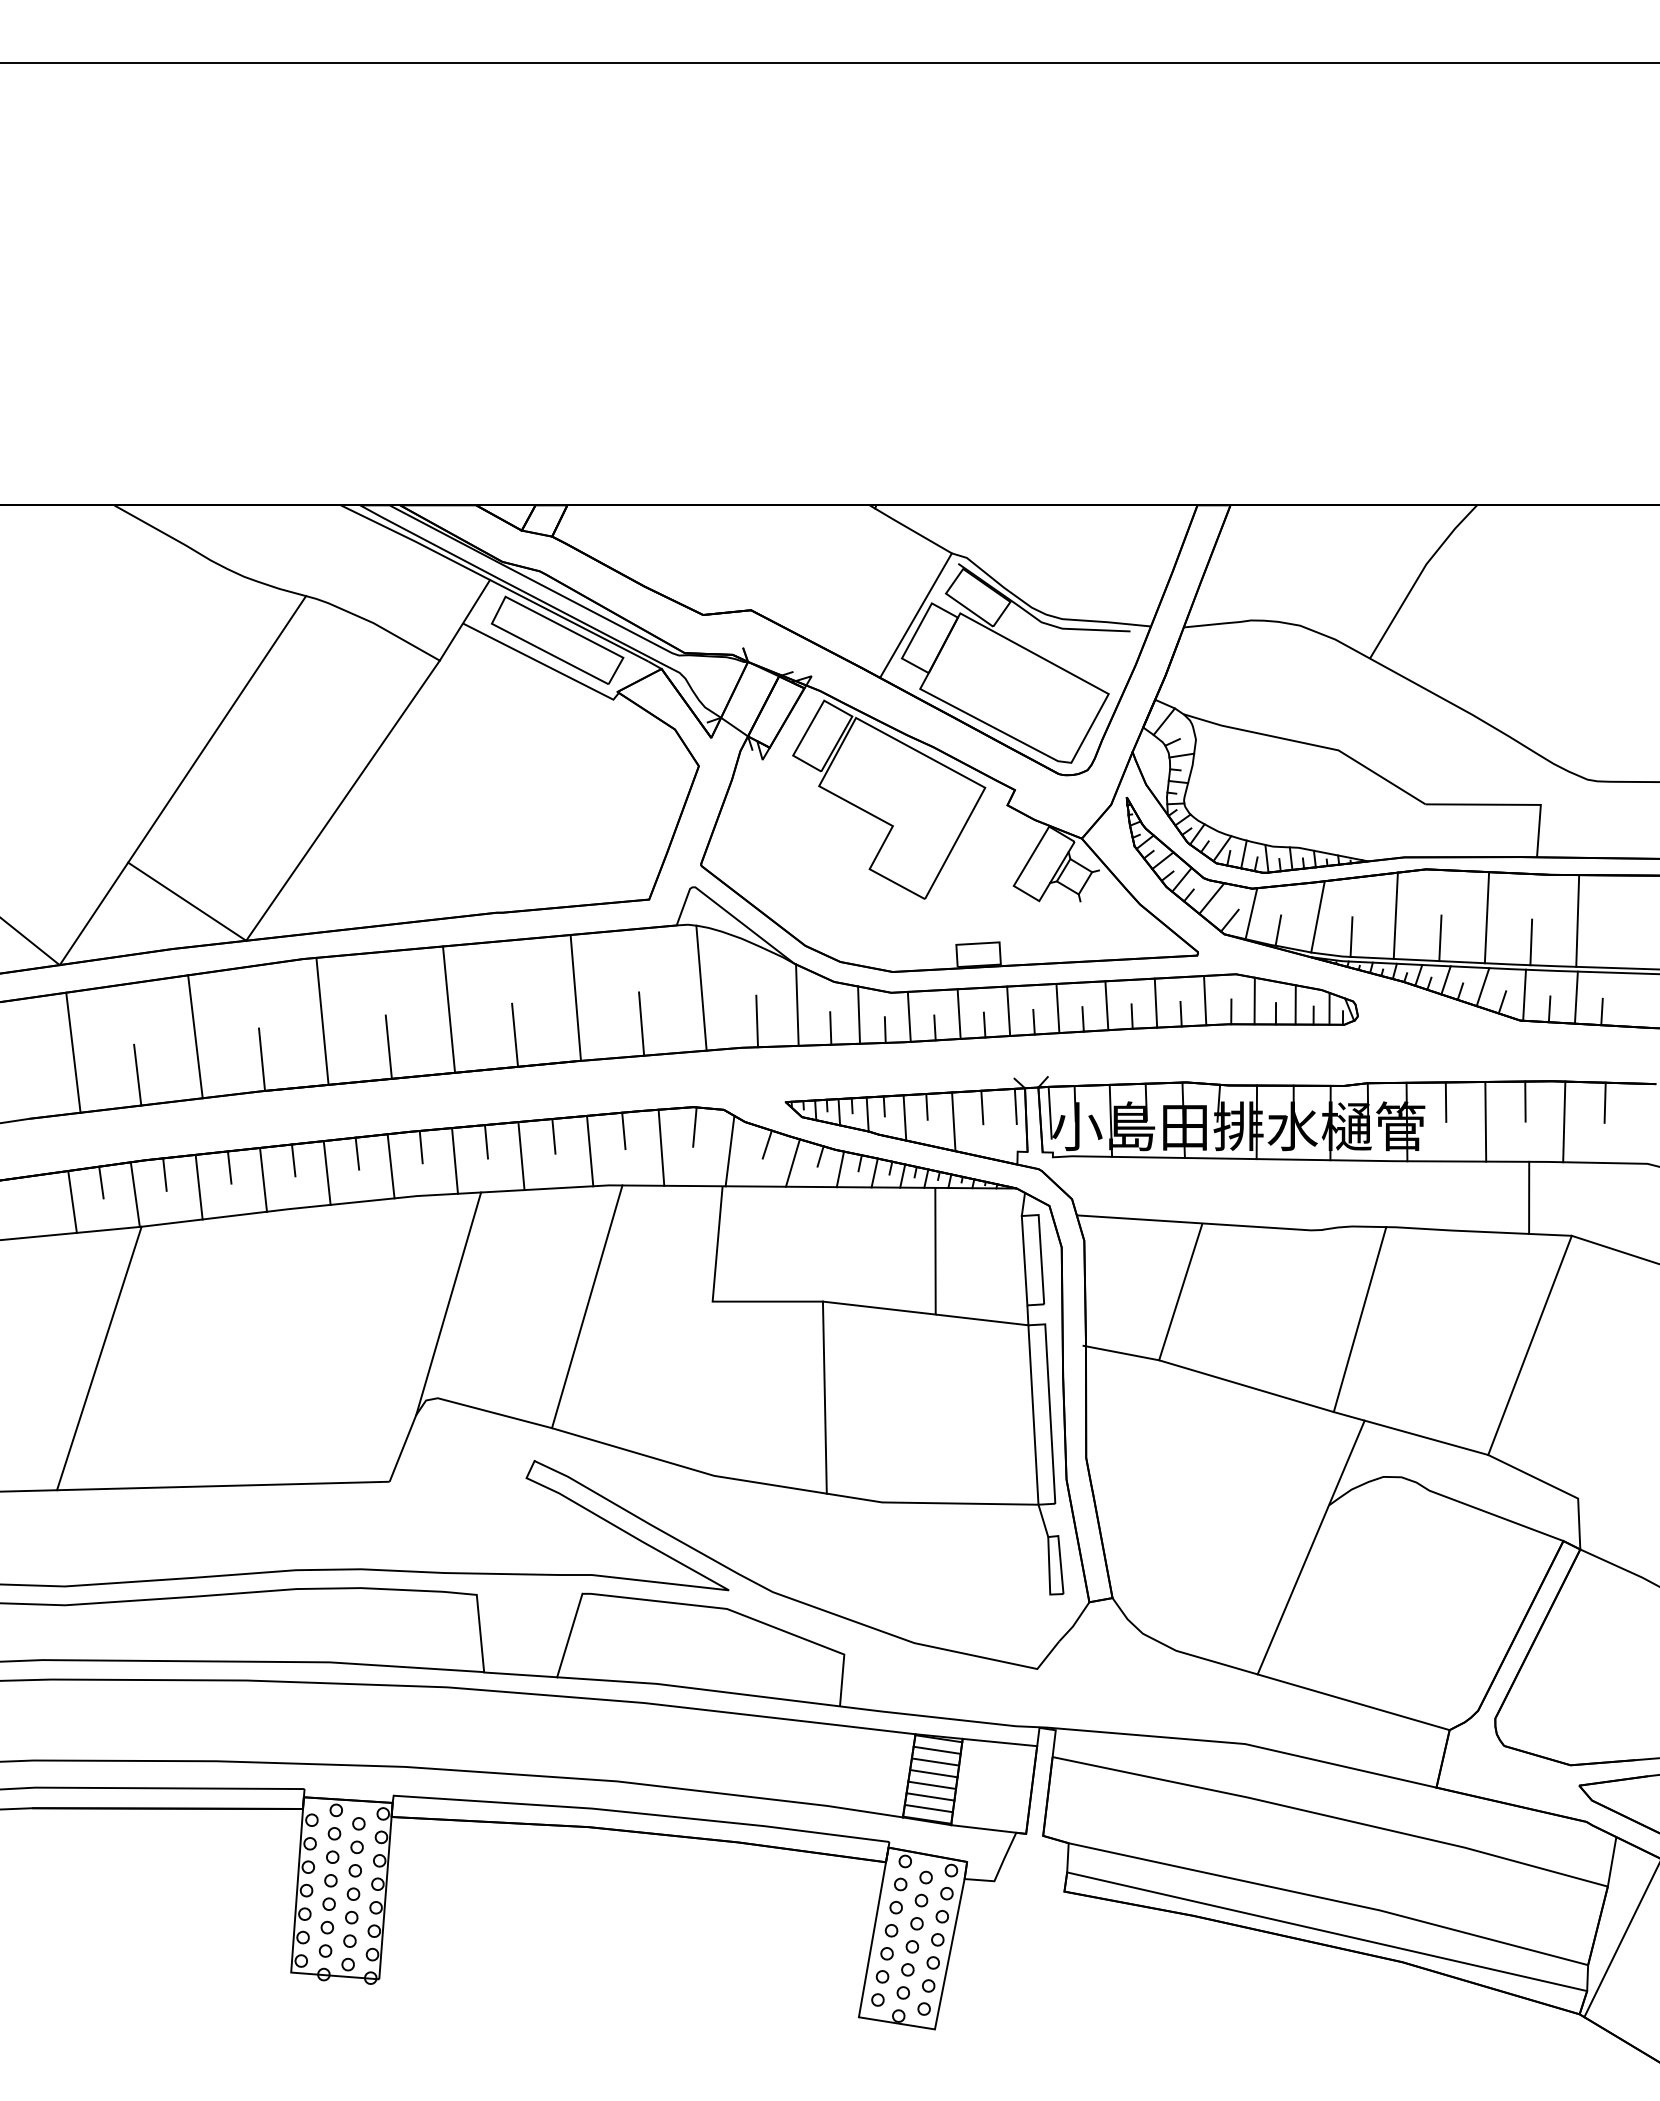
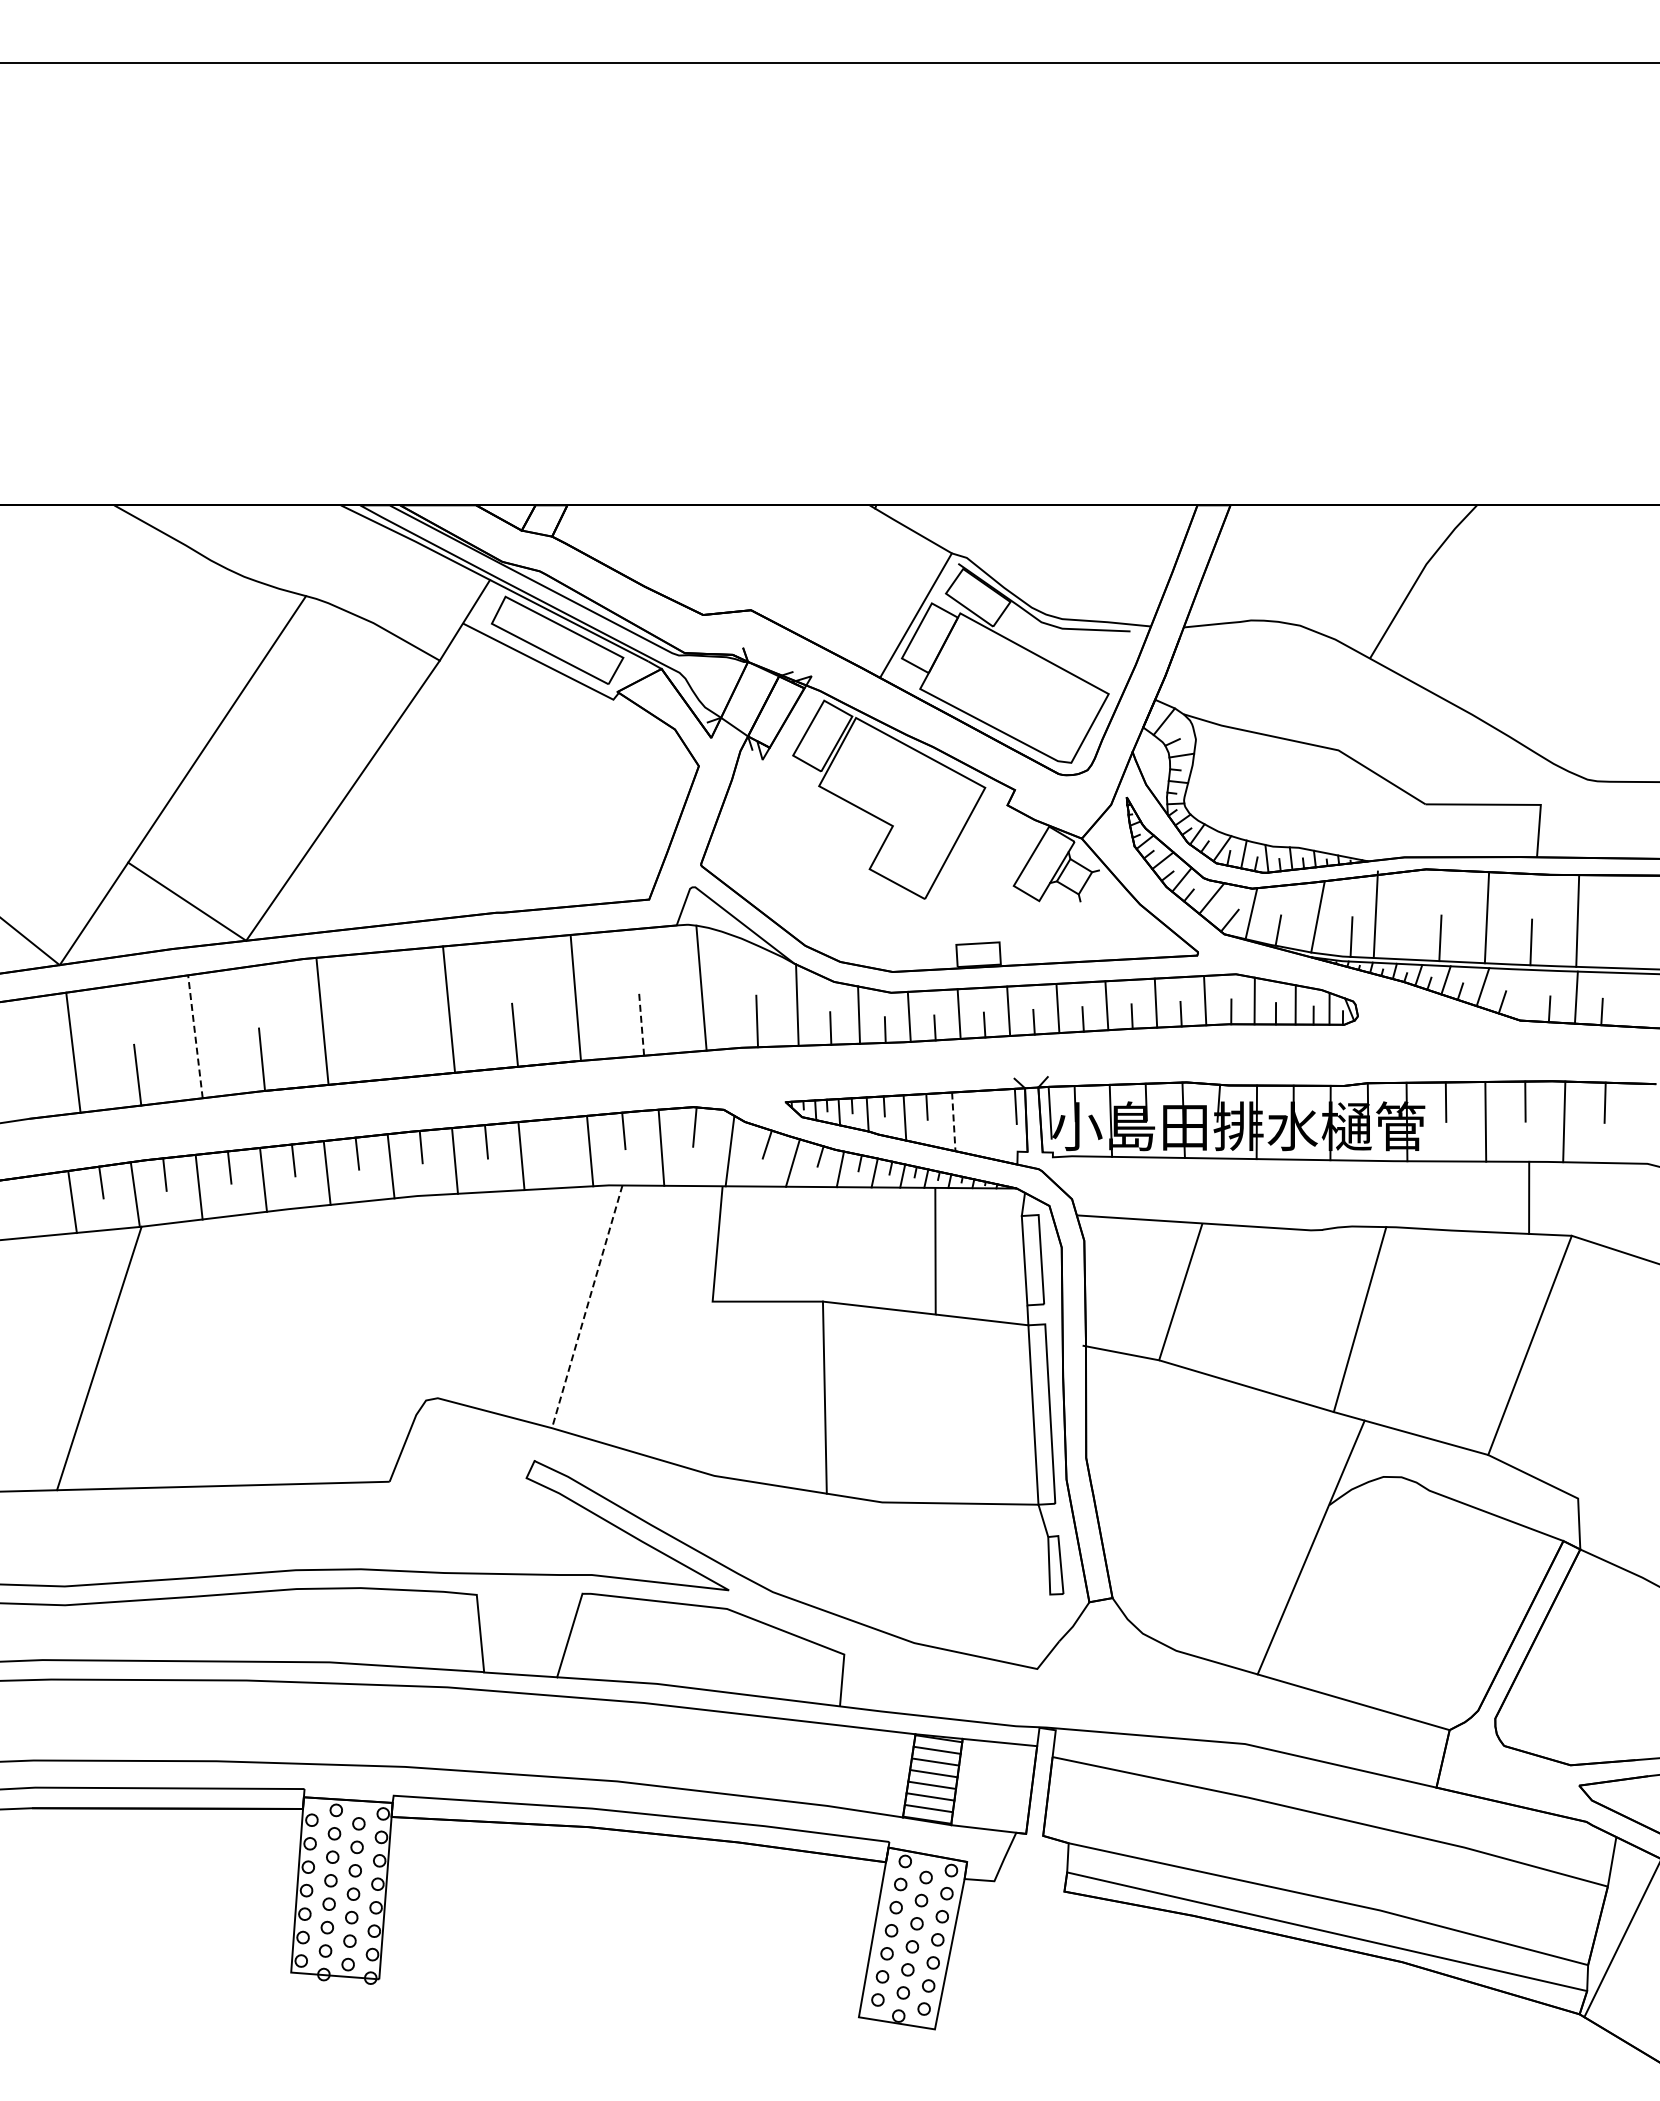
line at (1395, 915) position: (1395, 915) -> (1375, 914)
line at (1524, 994): present -> none
line at (641, 1024): solid -> dashed
line at (195, 1036): solid -> dashed
line at (388, 1046): present -> none
line at (982, 1107): present -> none
line at (953, 1122): solid -> dashed
line at (553, 1136): present -> none
line at (448, 1303): present -> none
line at (587, 1307): solid -> dashed
